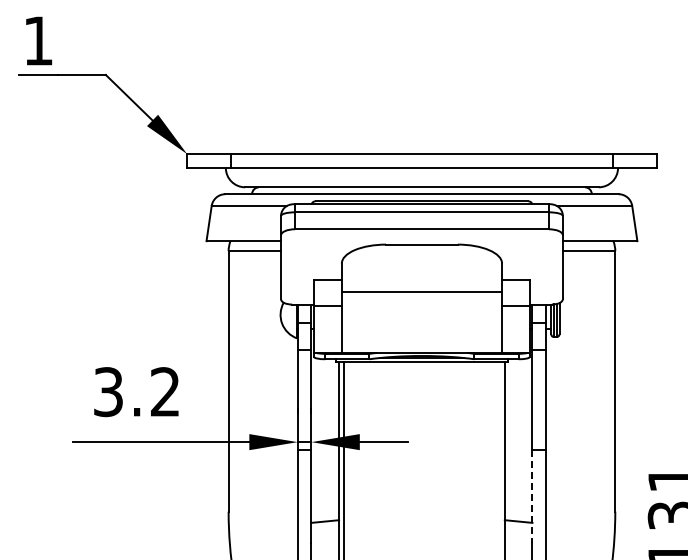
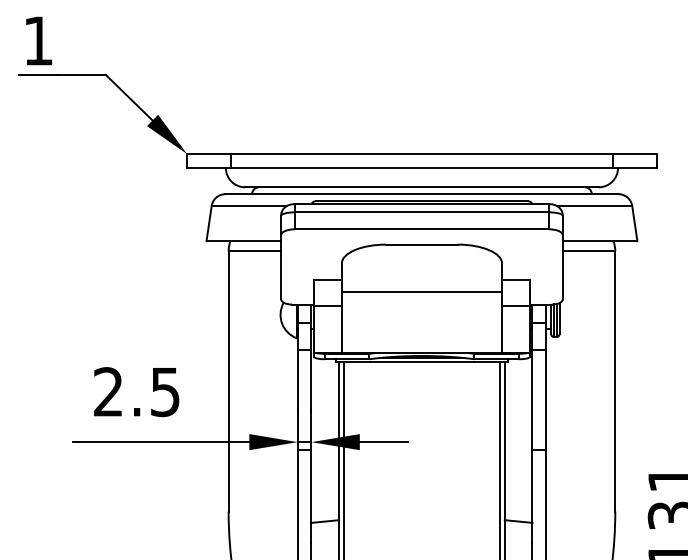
text at (136, 392): 3.2 -> 2.5
line at (499, 458): none -> present
line at (532, 496): dashed -> solid
